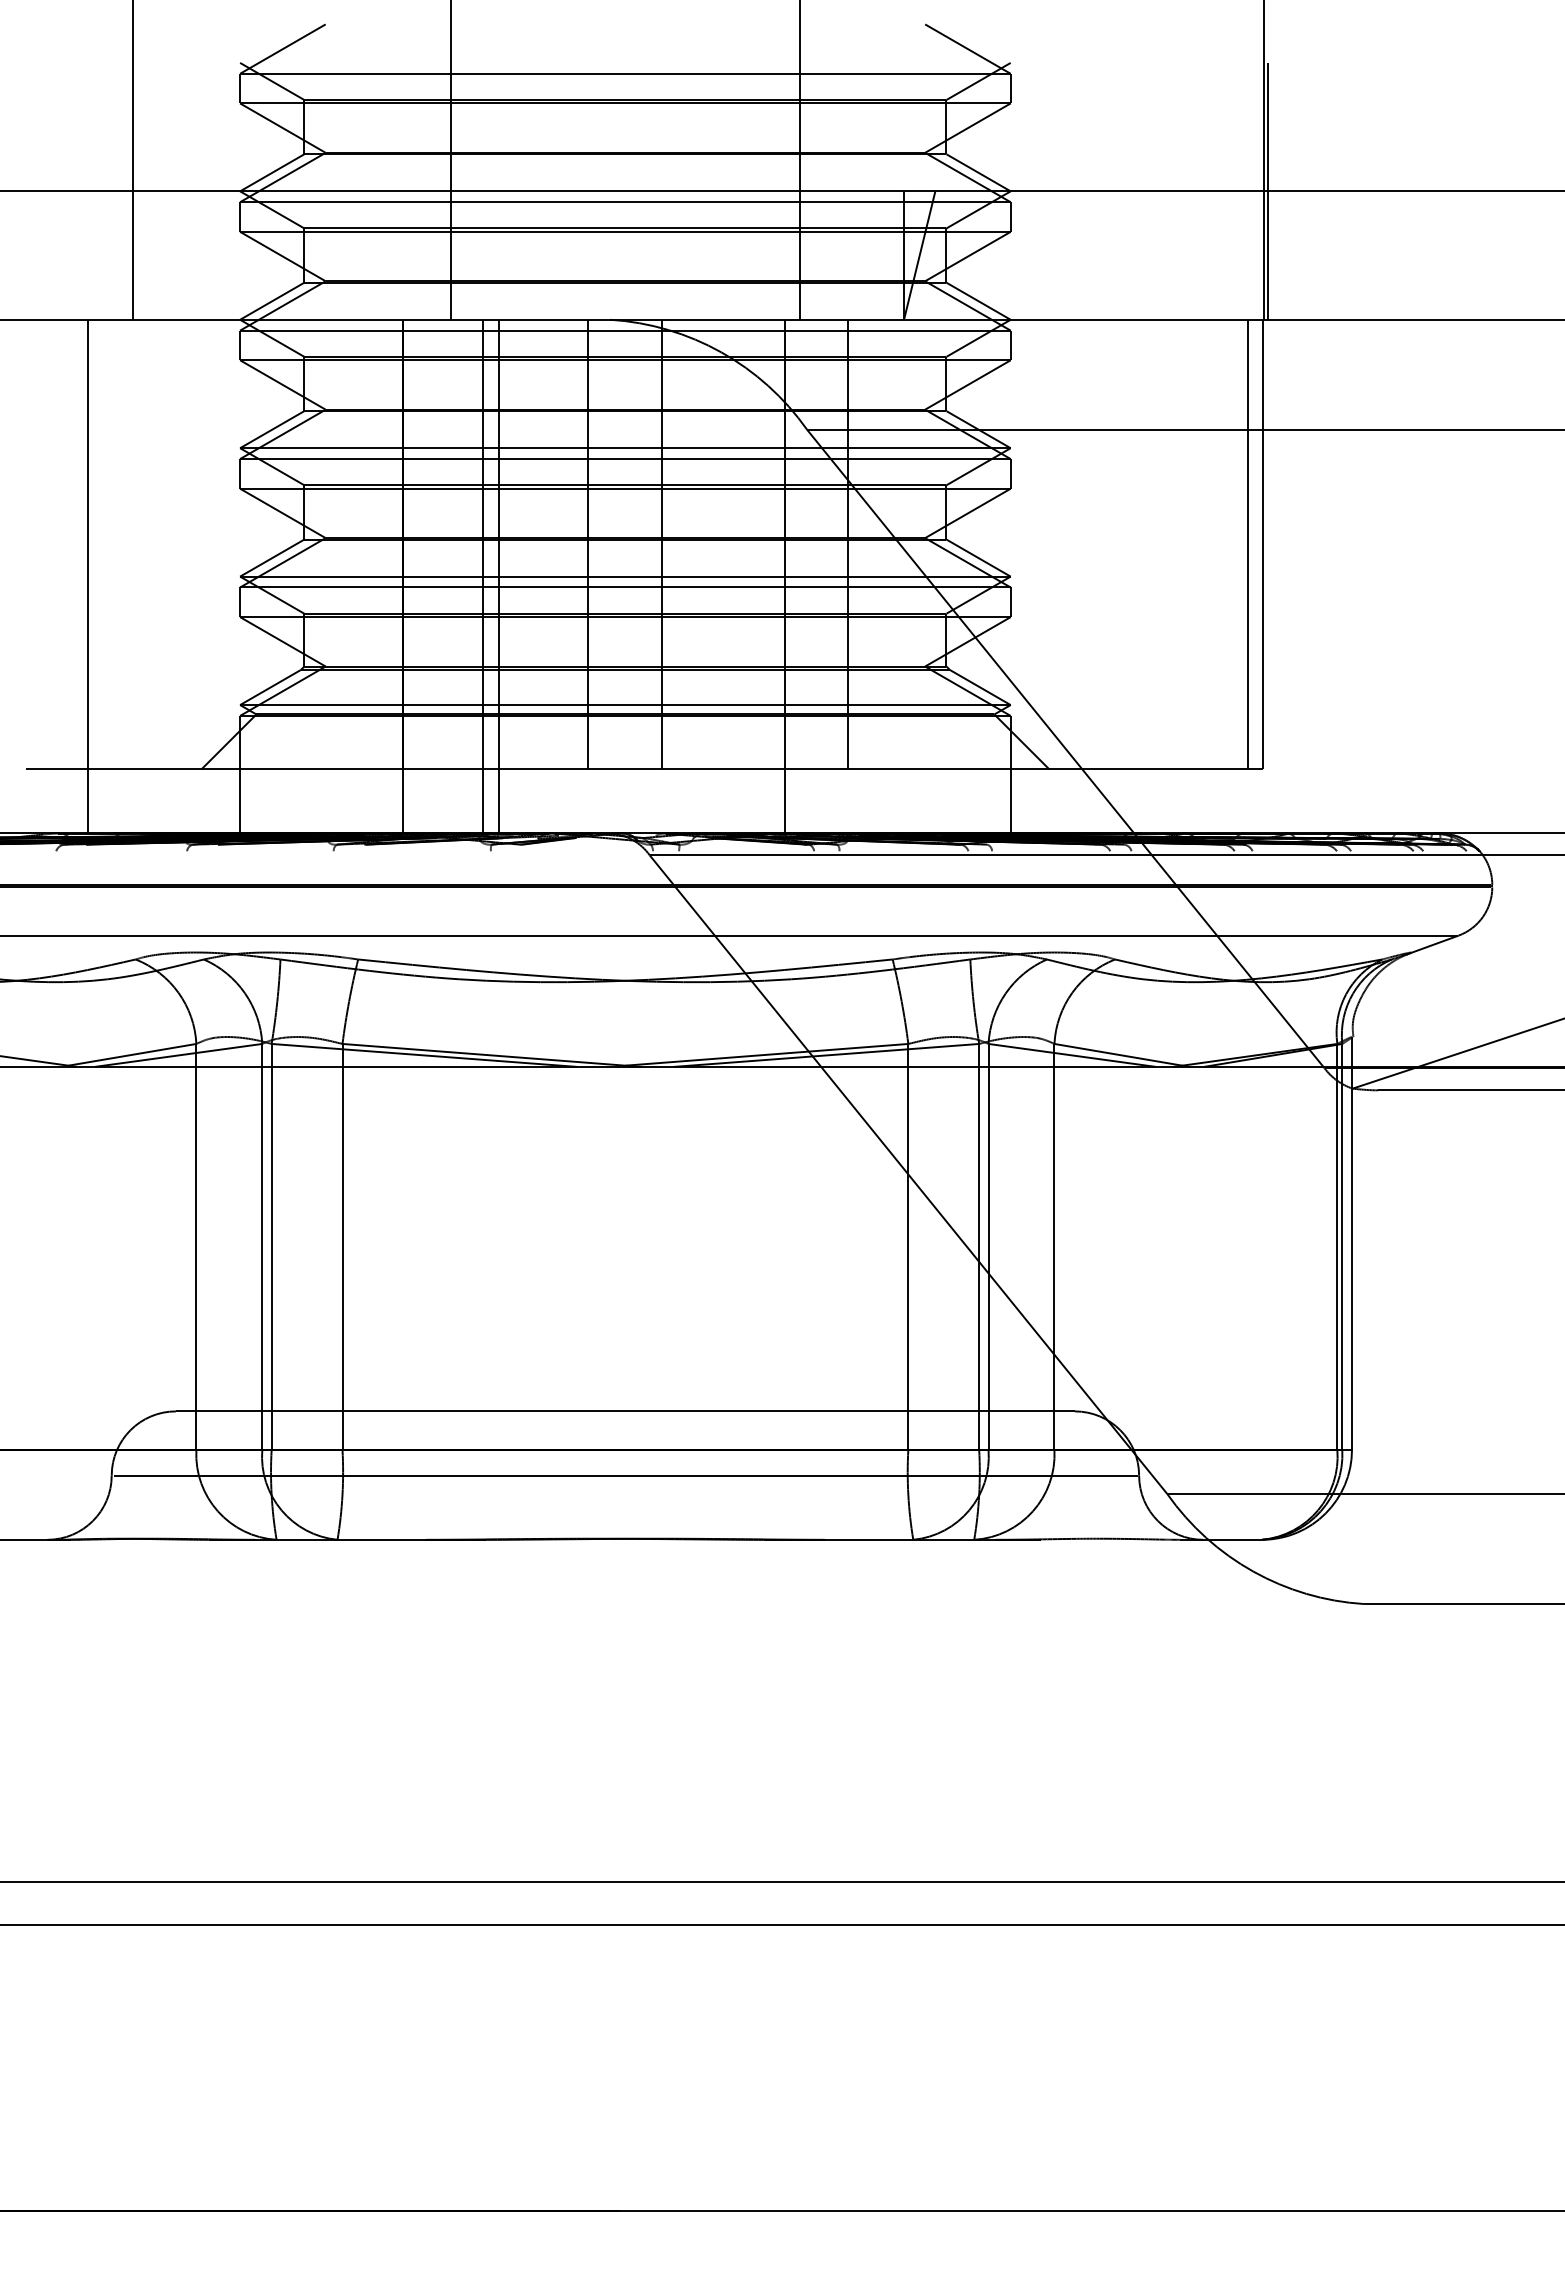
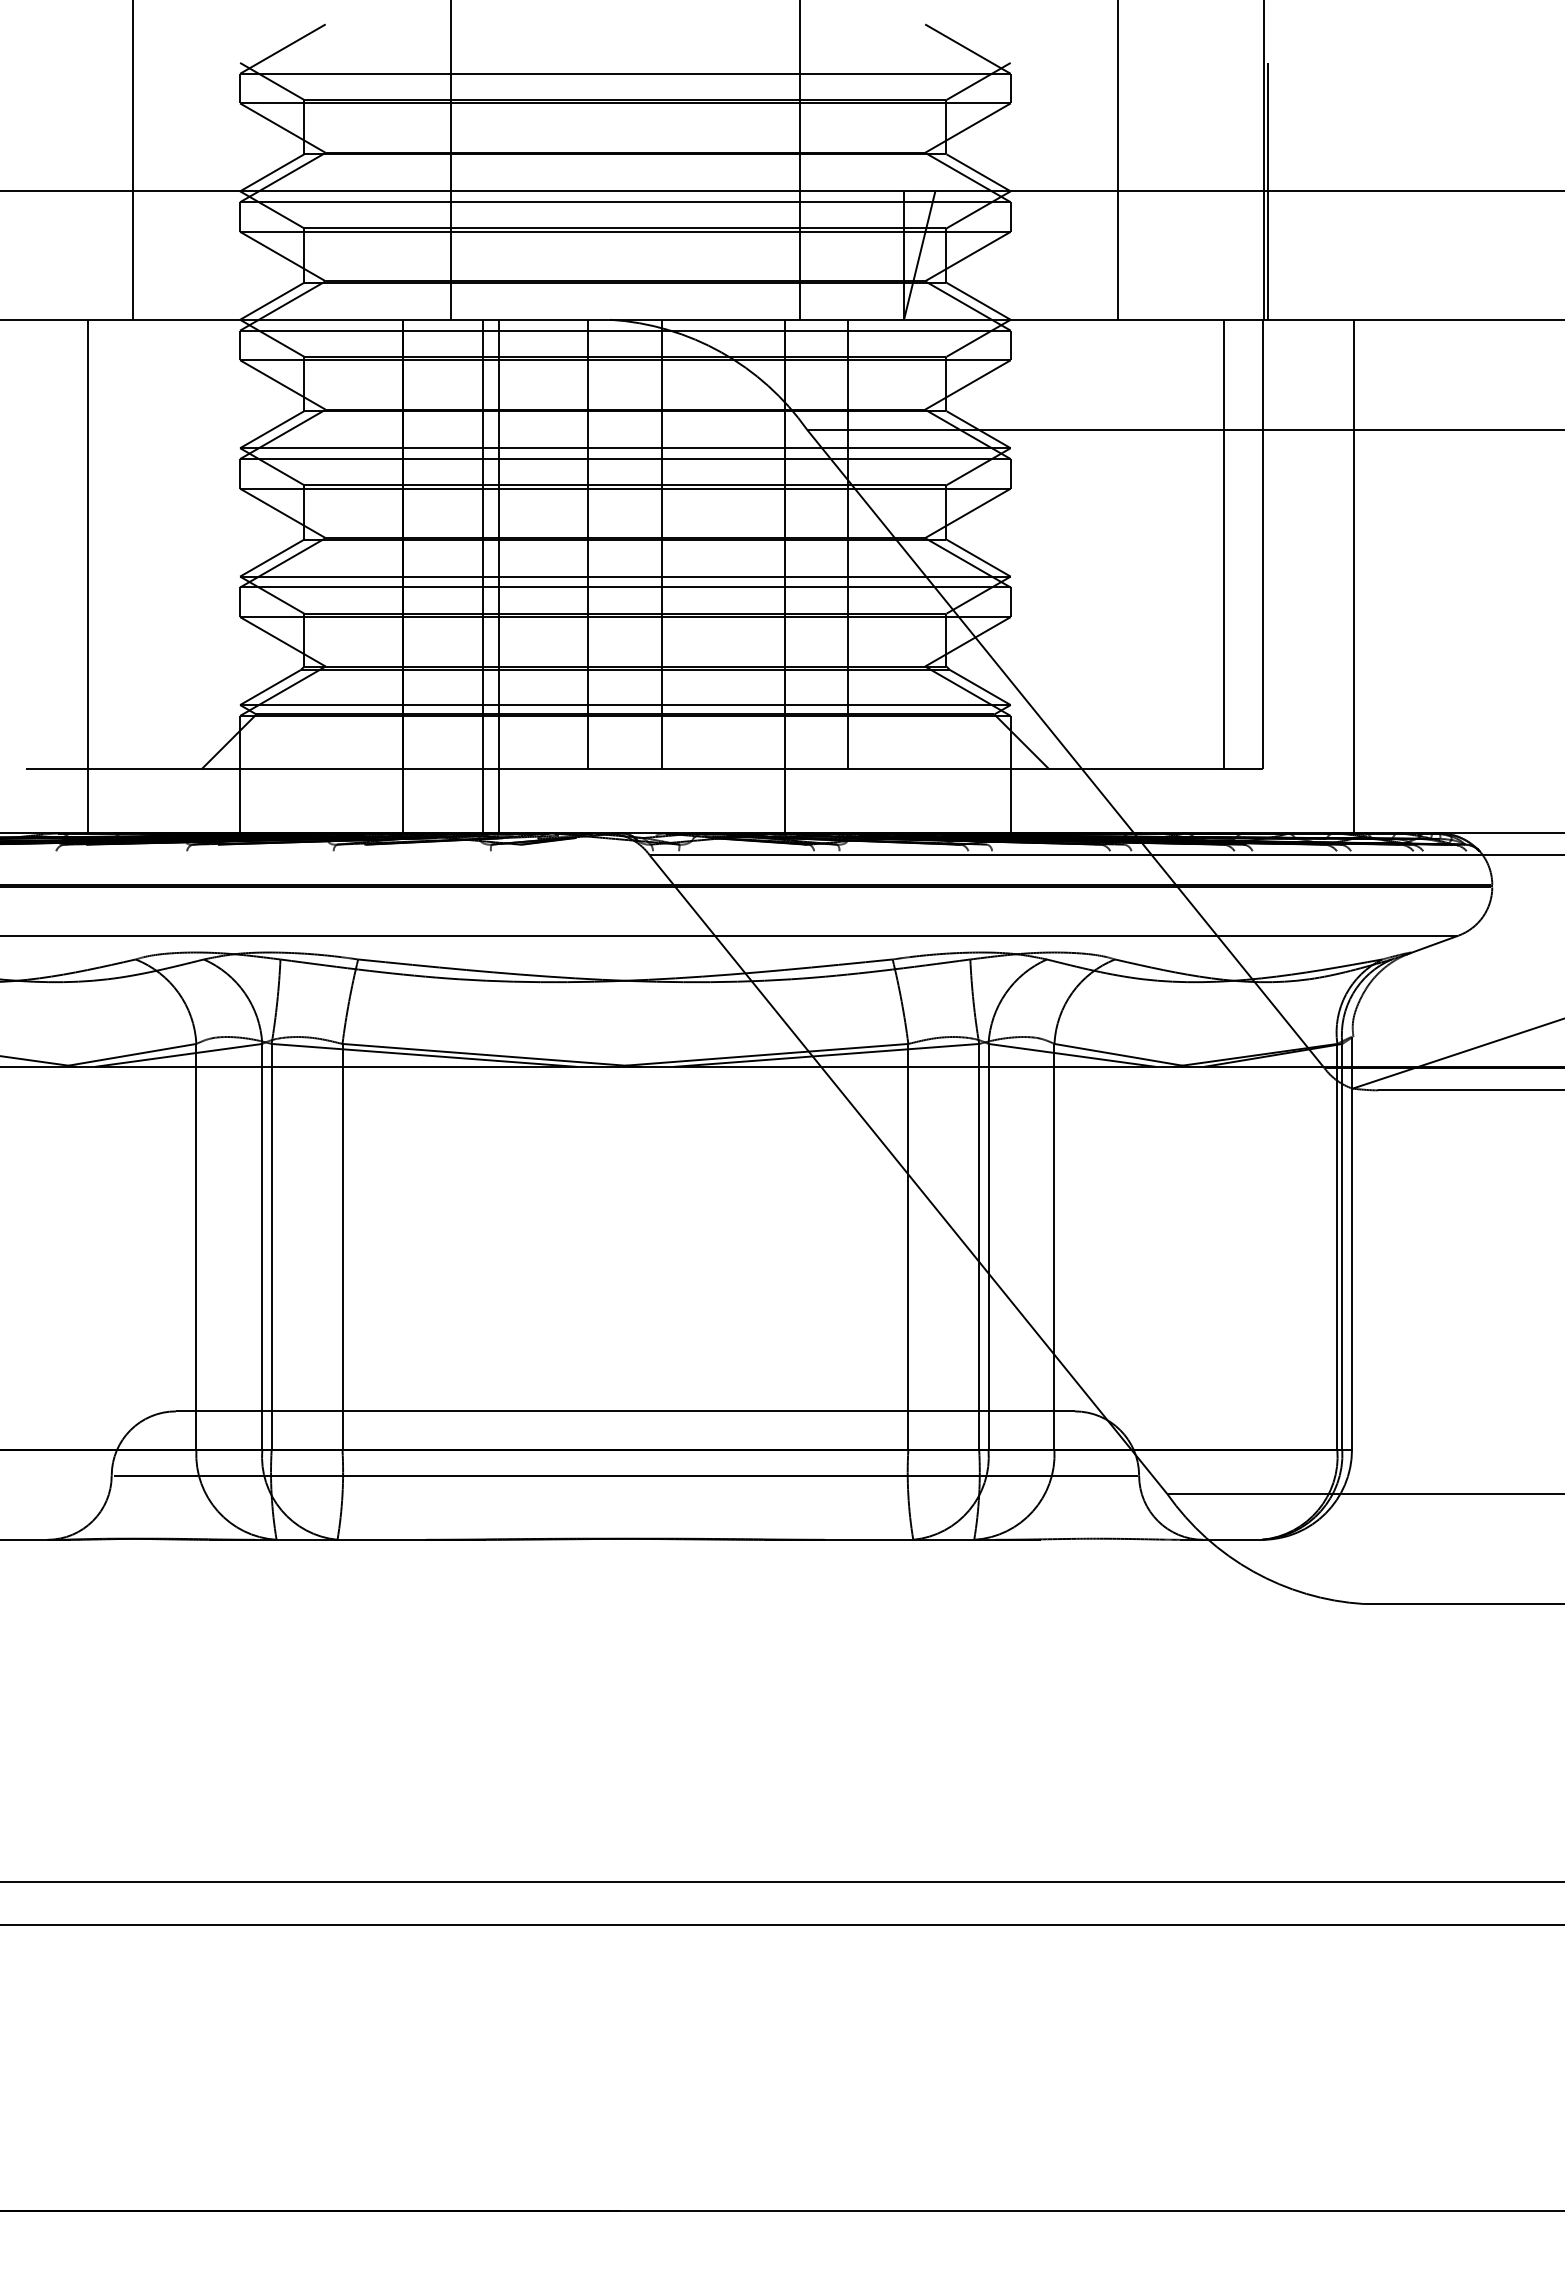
line at (1118, 160): none -> present
line at (1248, 544) position: (1248, 544) -> (1224, 544)
line at (1354, 576): none -> present
